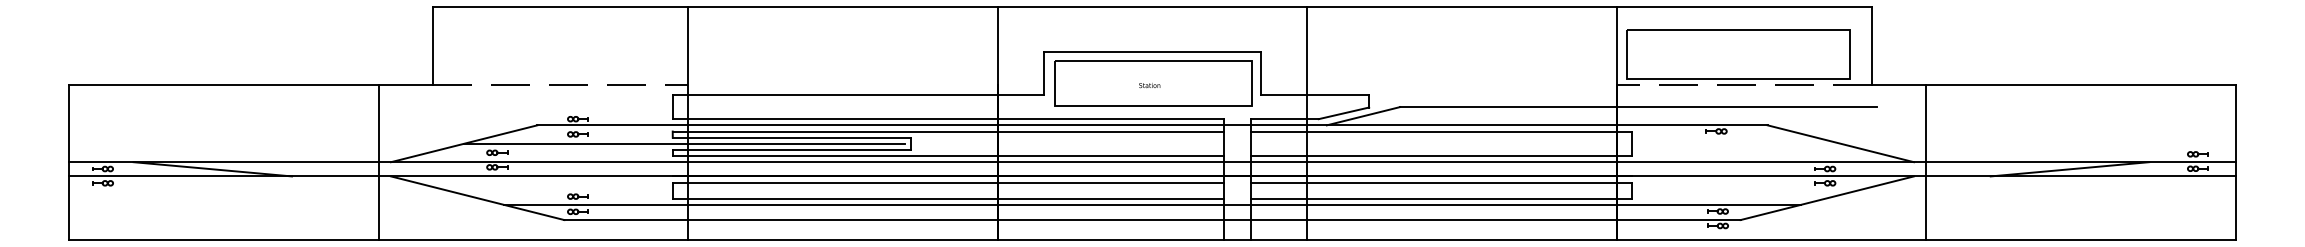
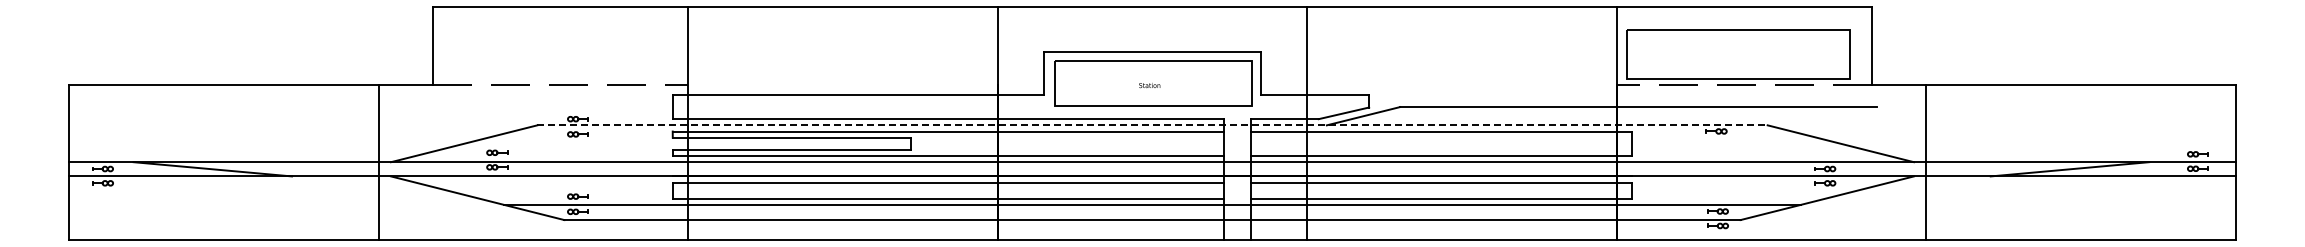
line at (1152, 125): solid -> dashed
line at (683, 143): present -> none
